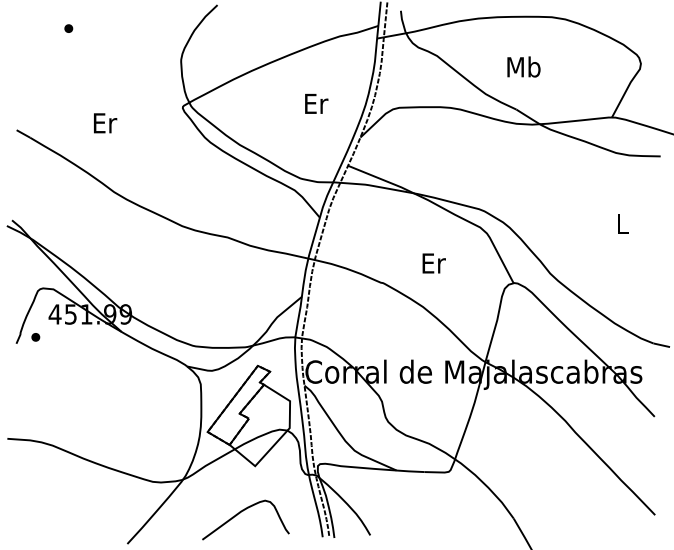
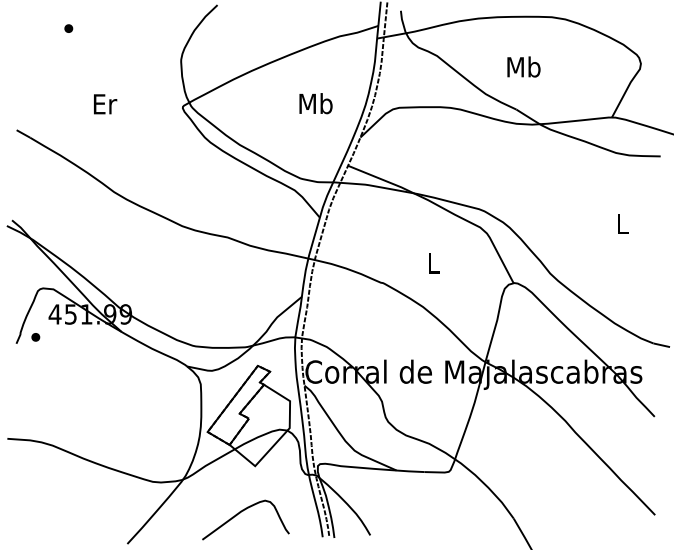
text at (315, 103): Er -> Mb
text at (105, 123) position: (105, 123) -> (105, 104)
text at (433, 263): Er -> L
